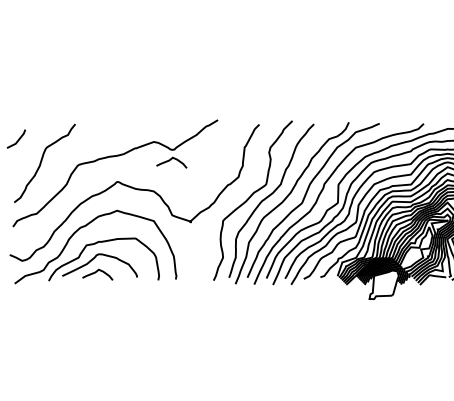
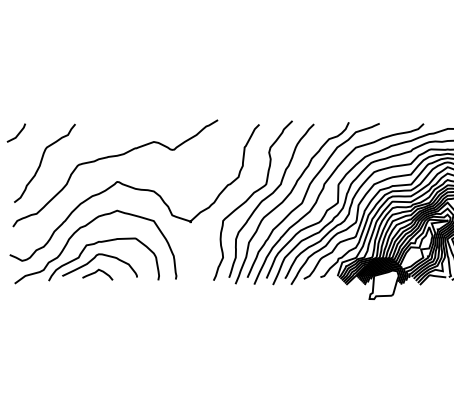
line at (17, 139) position: (17, 139) -> (17, 133)
curve at (170, 160): present -> none
